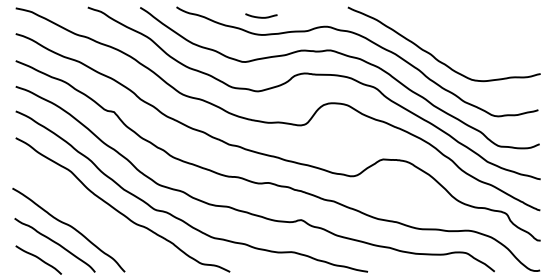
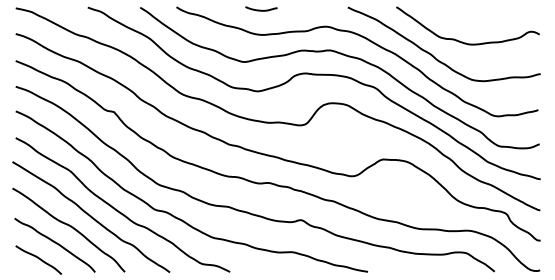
curve at (261, 16) position: (261, 16) -> (261, 9)
curve at (462, 41): none -> present
curve at (91, 216): none -> present
